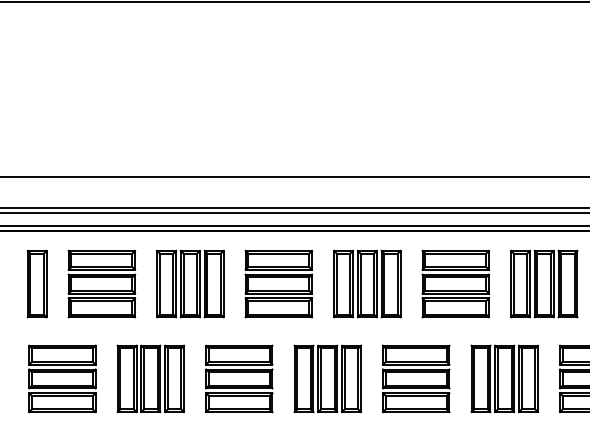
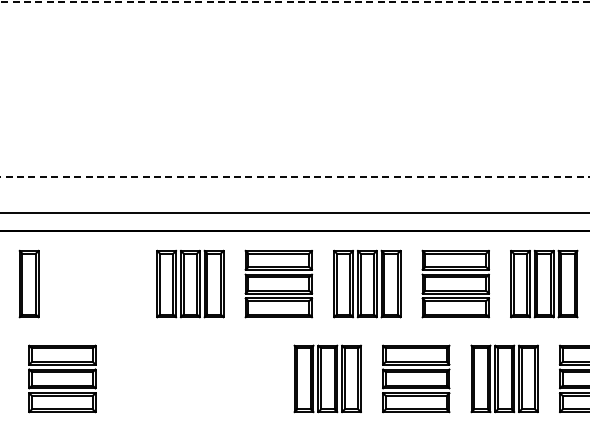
line at (294, 2): solid -> dashed
line at (295, 177): solid -> dashed
line at (294, 208): present -> none
line at (294, 225): present -> none
part at (36, 283) position: (36, 283) -> (28, 283)
part at (101, 283): present -> none
part at (150, 378): present -> none
part at (239, 378): present -> none
